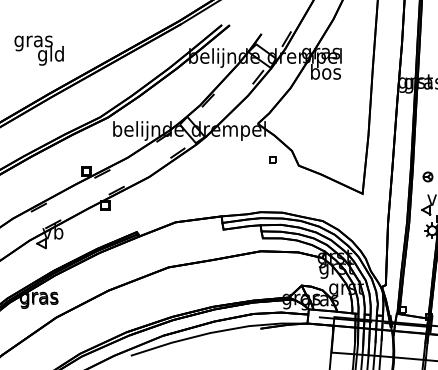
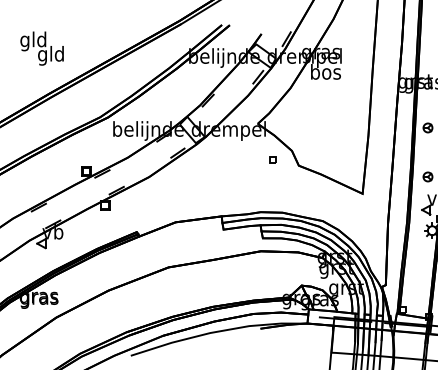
text at (33, 41): gras -> gld
part at (427, 127): none -> present
